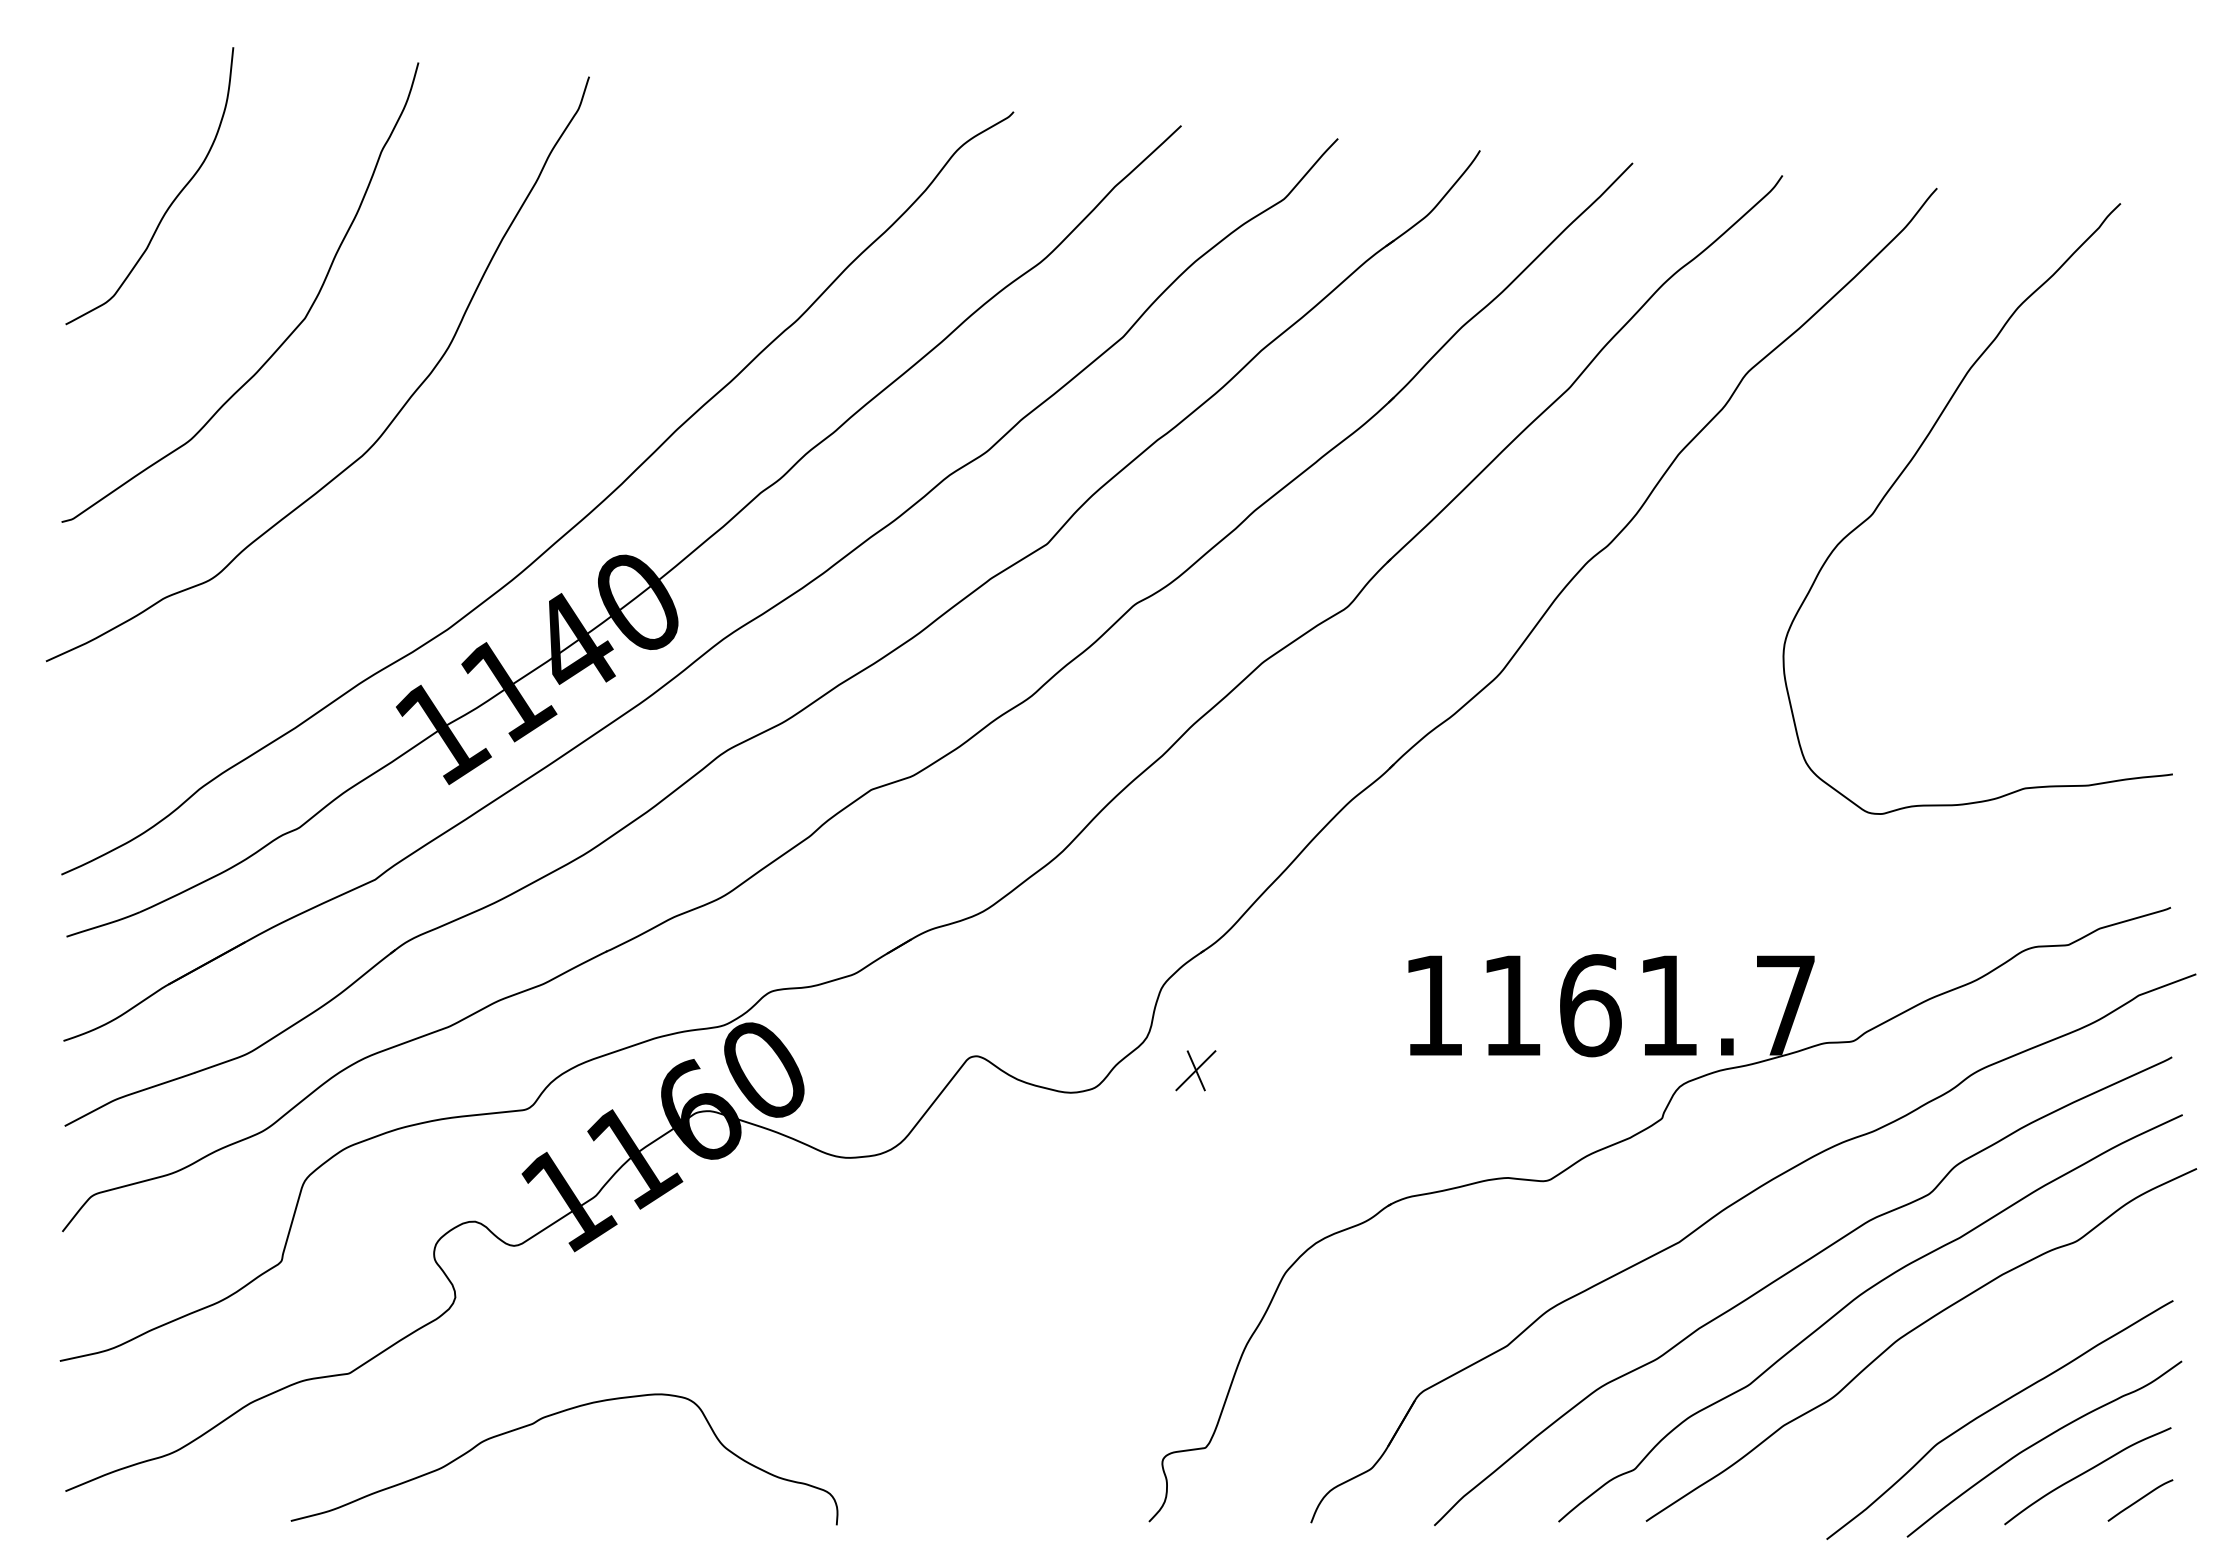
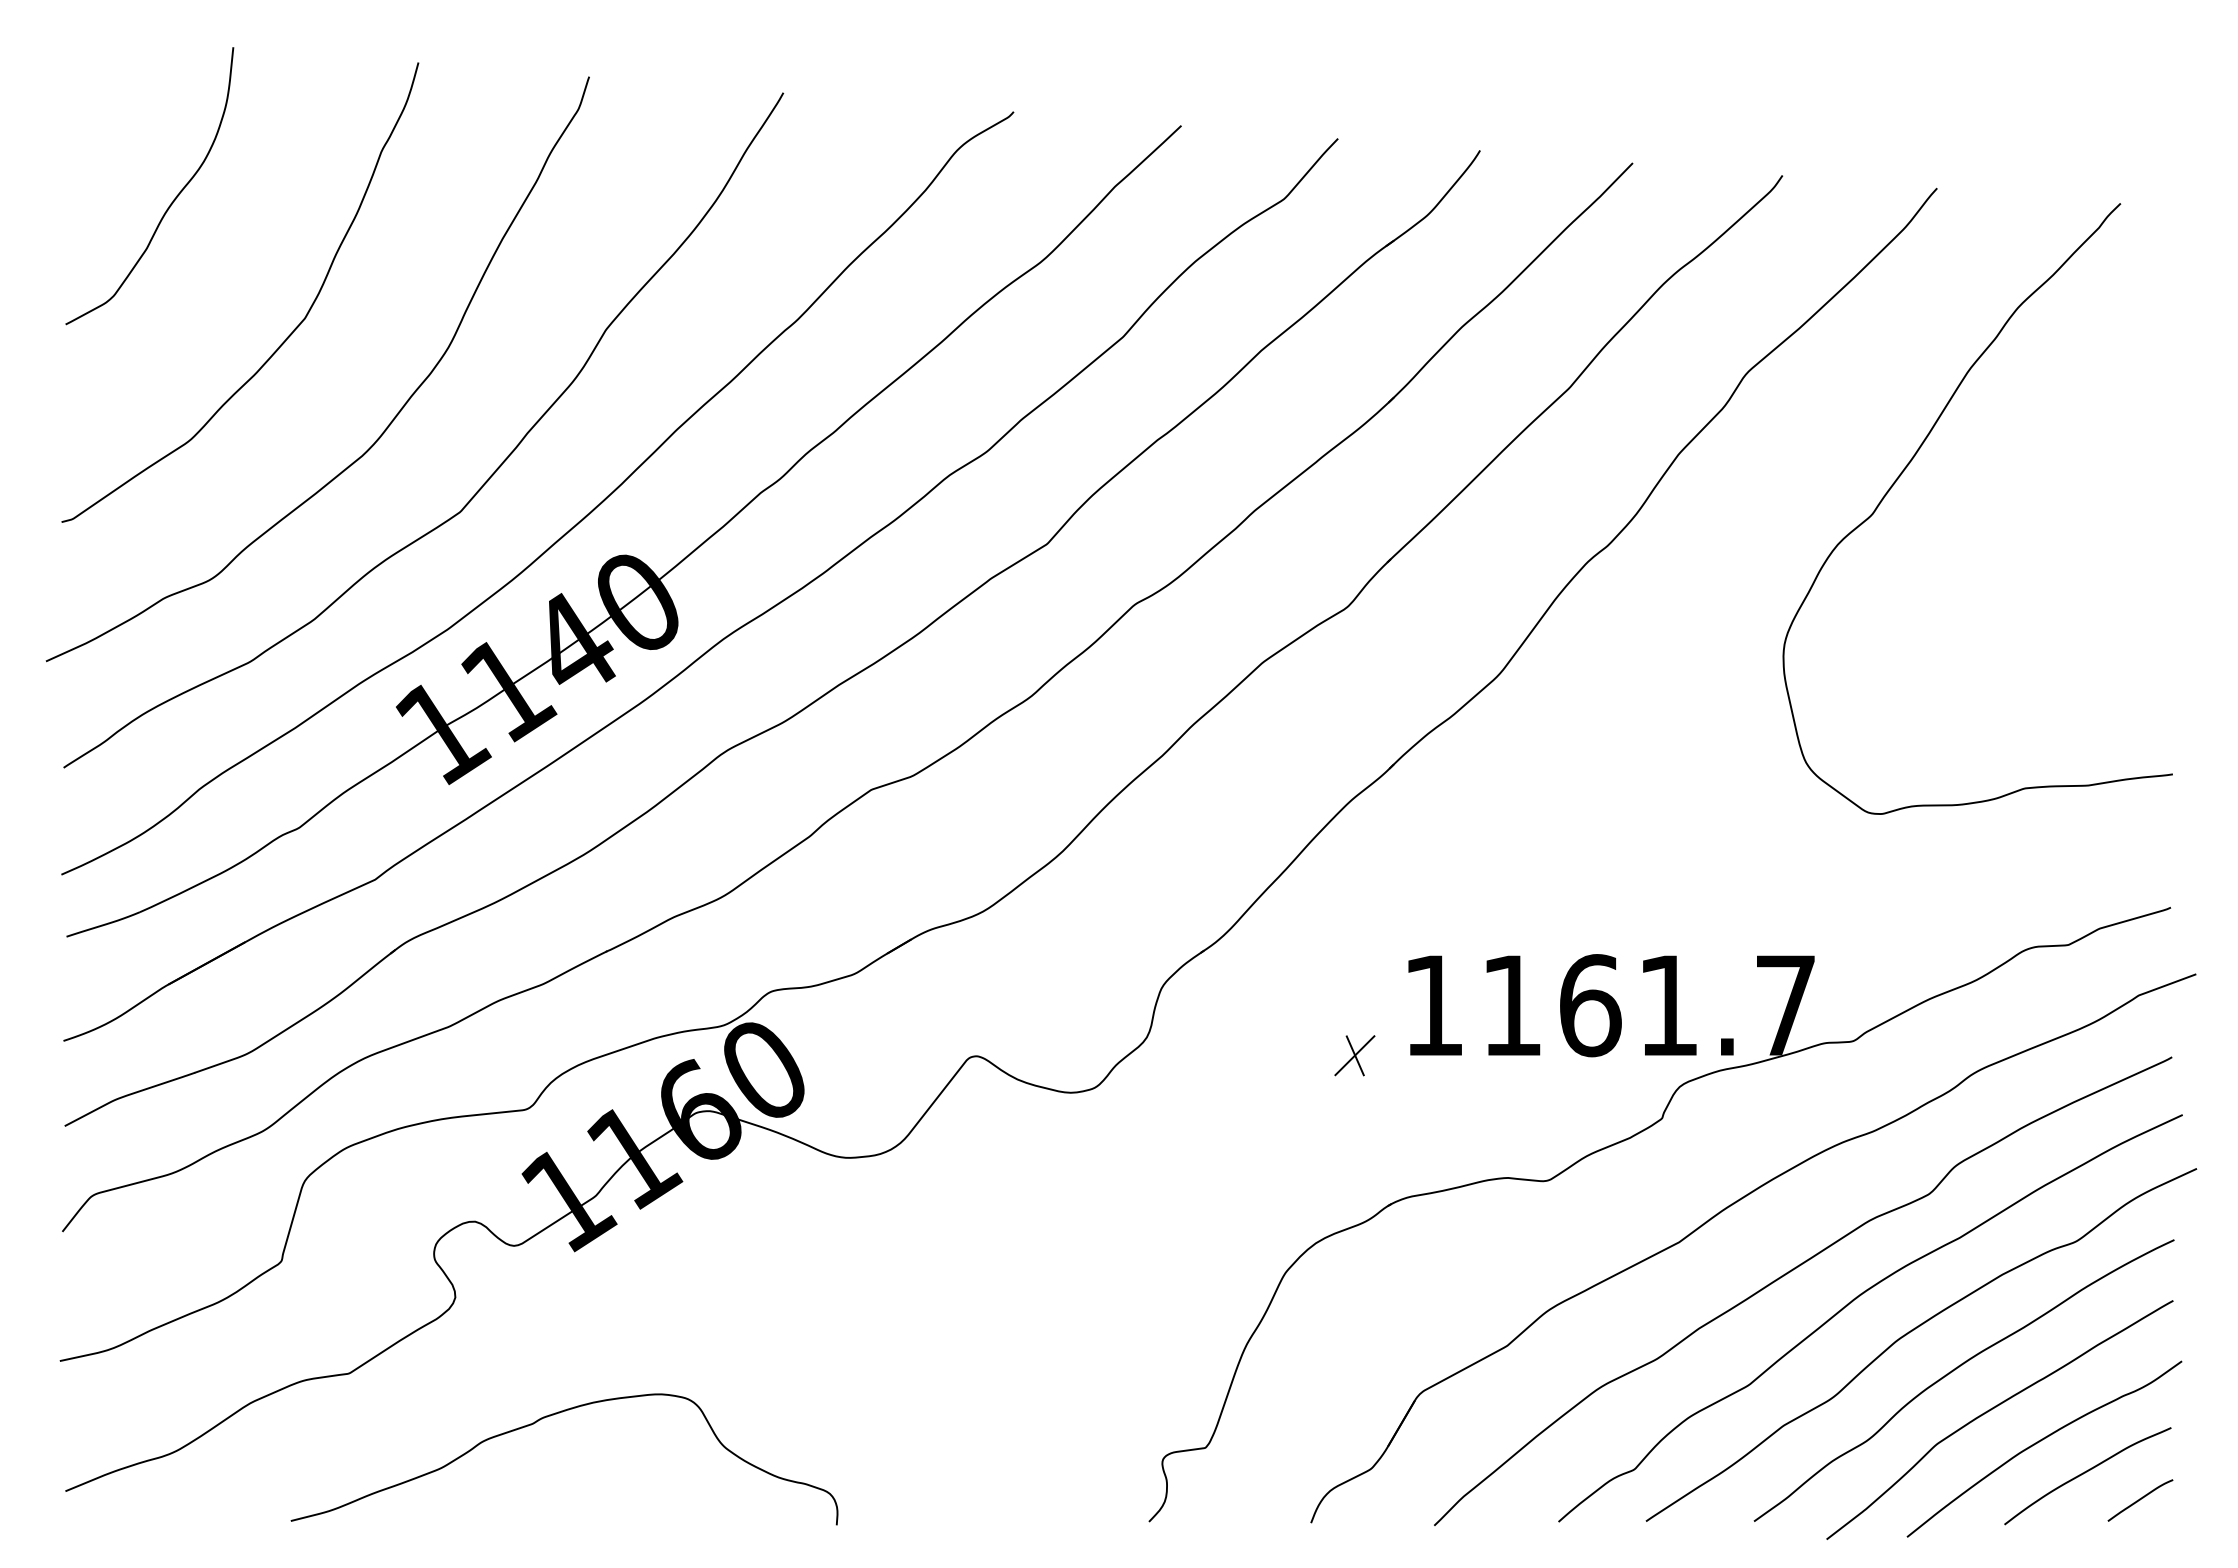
curve at (483, 483): none -> present
part at (1195, 1070) position: (1195, 1070) -> (1354, 1055)
curve at (1955, 1370): none -> present
